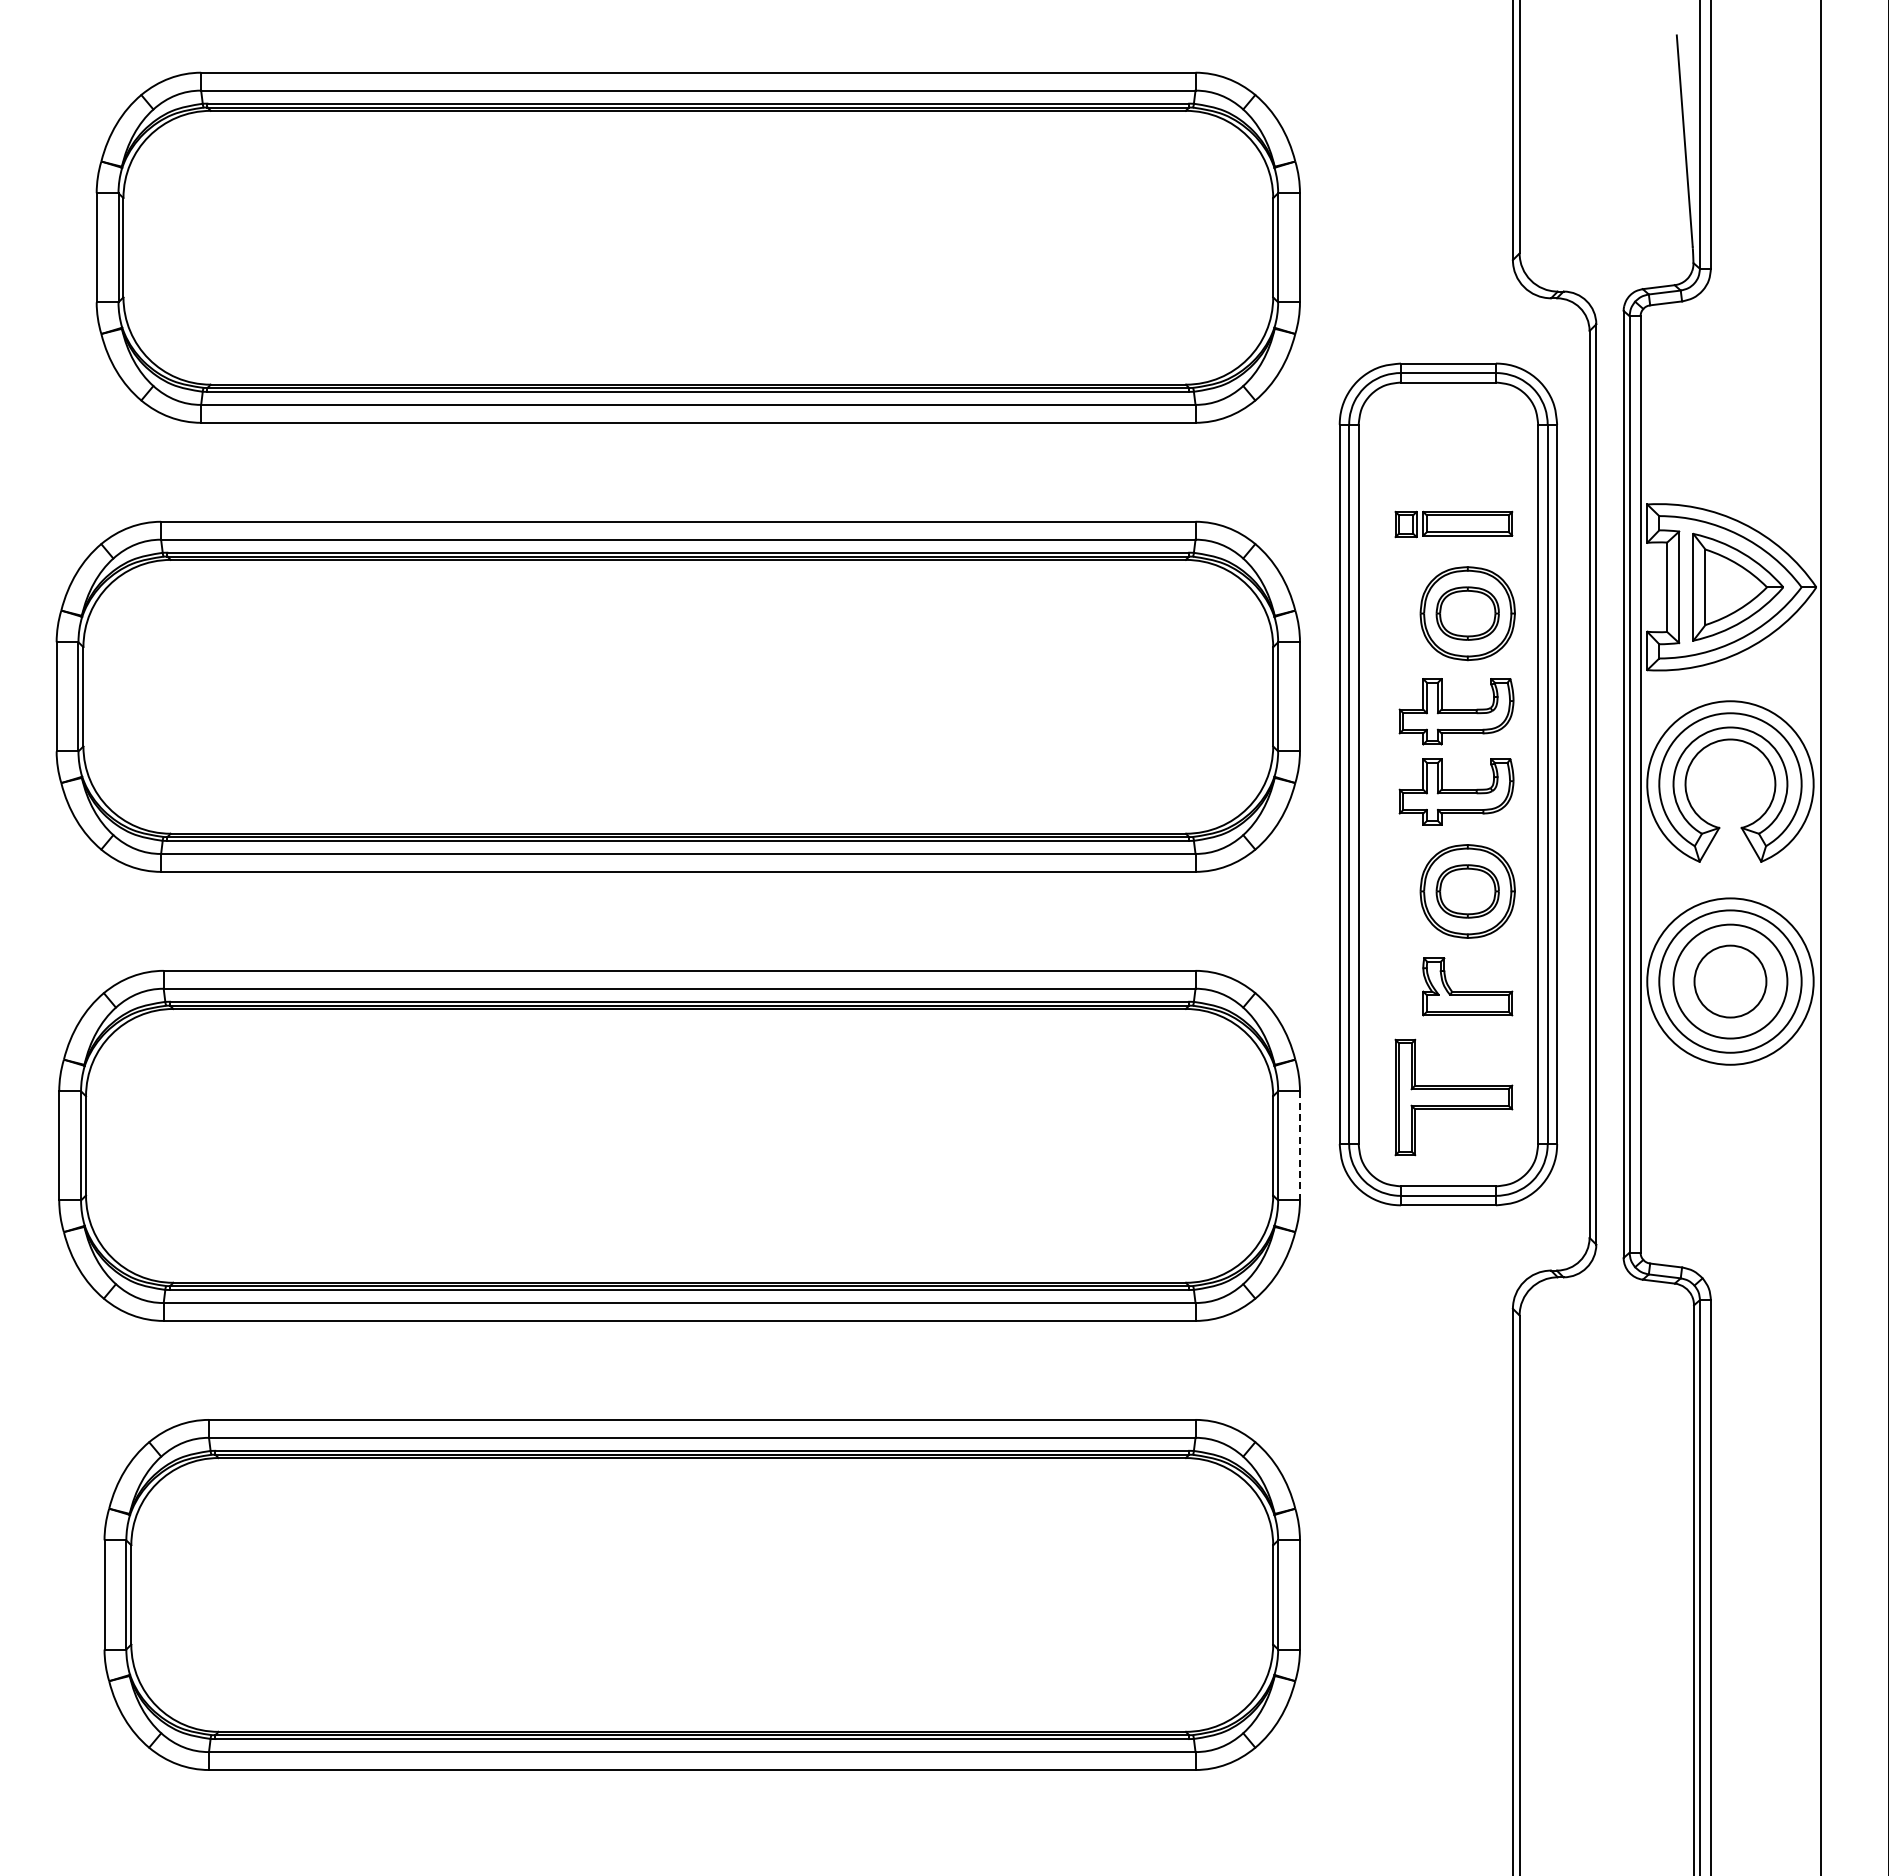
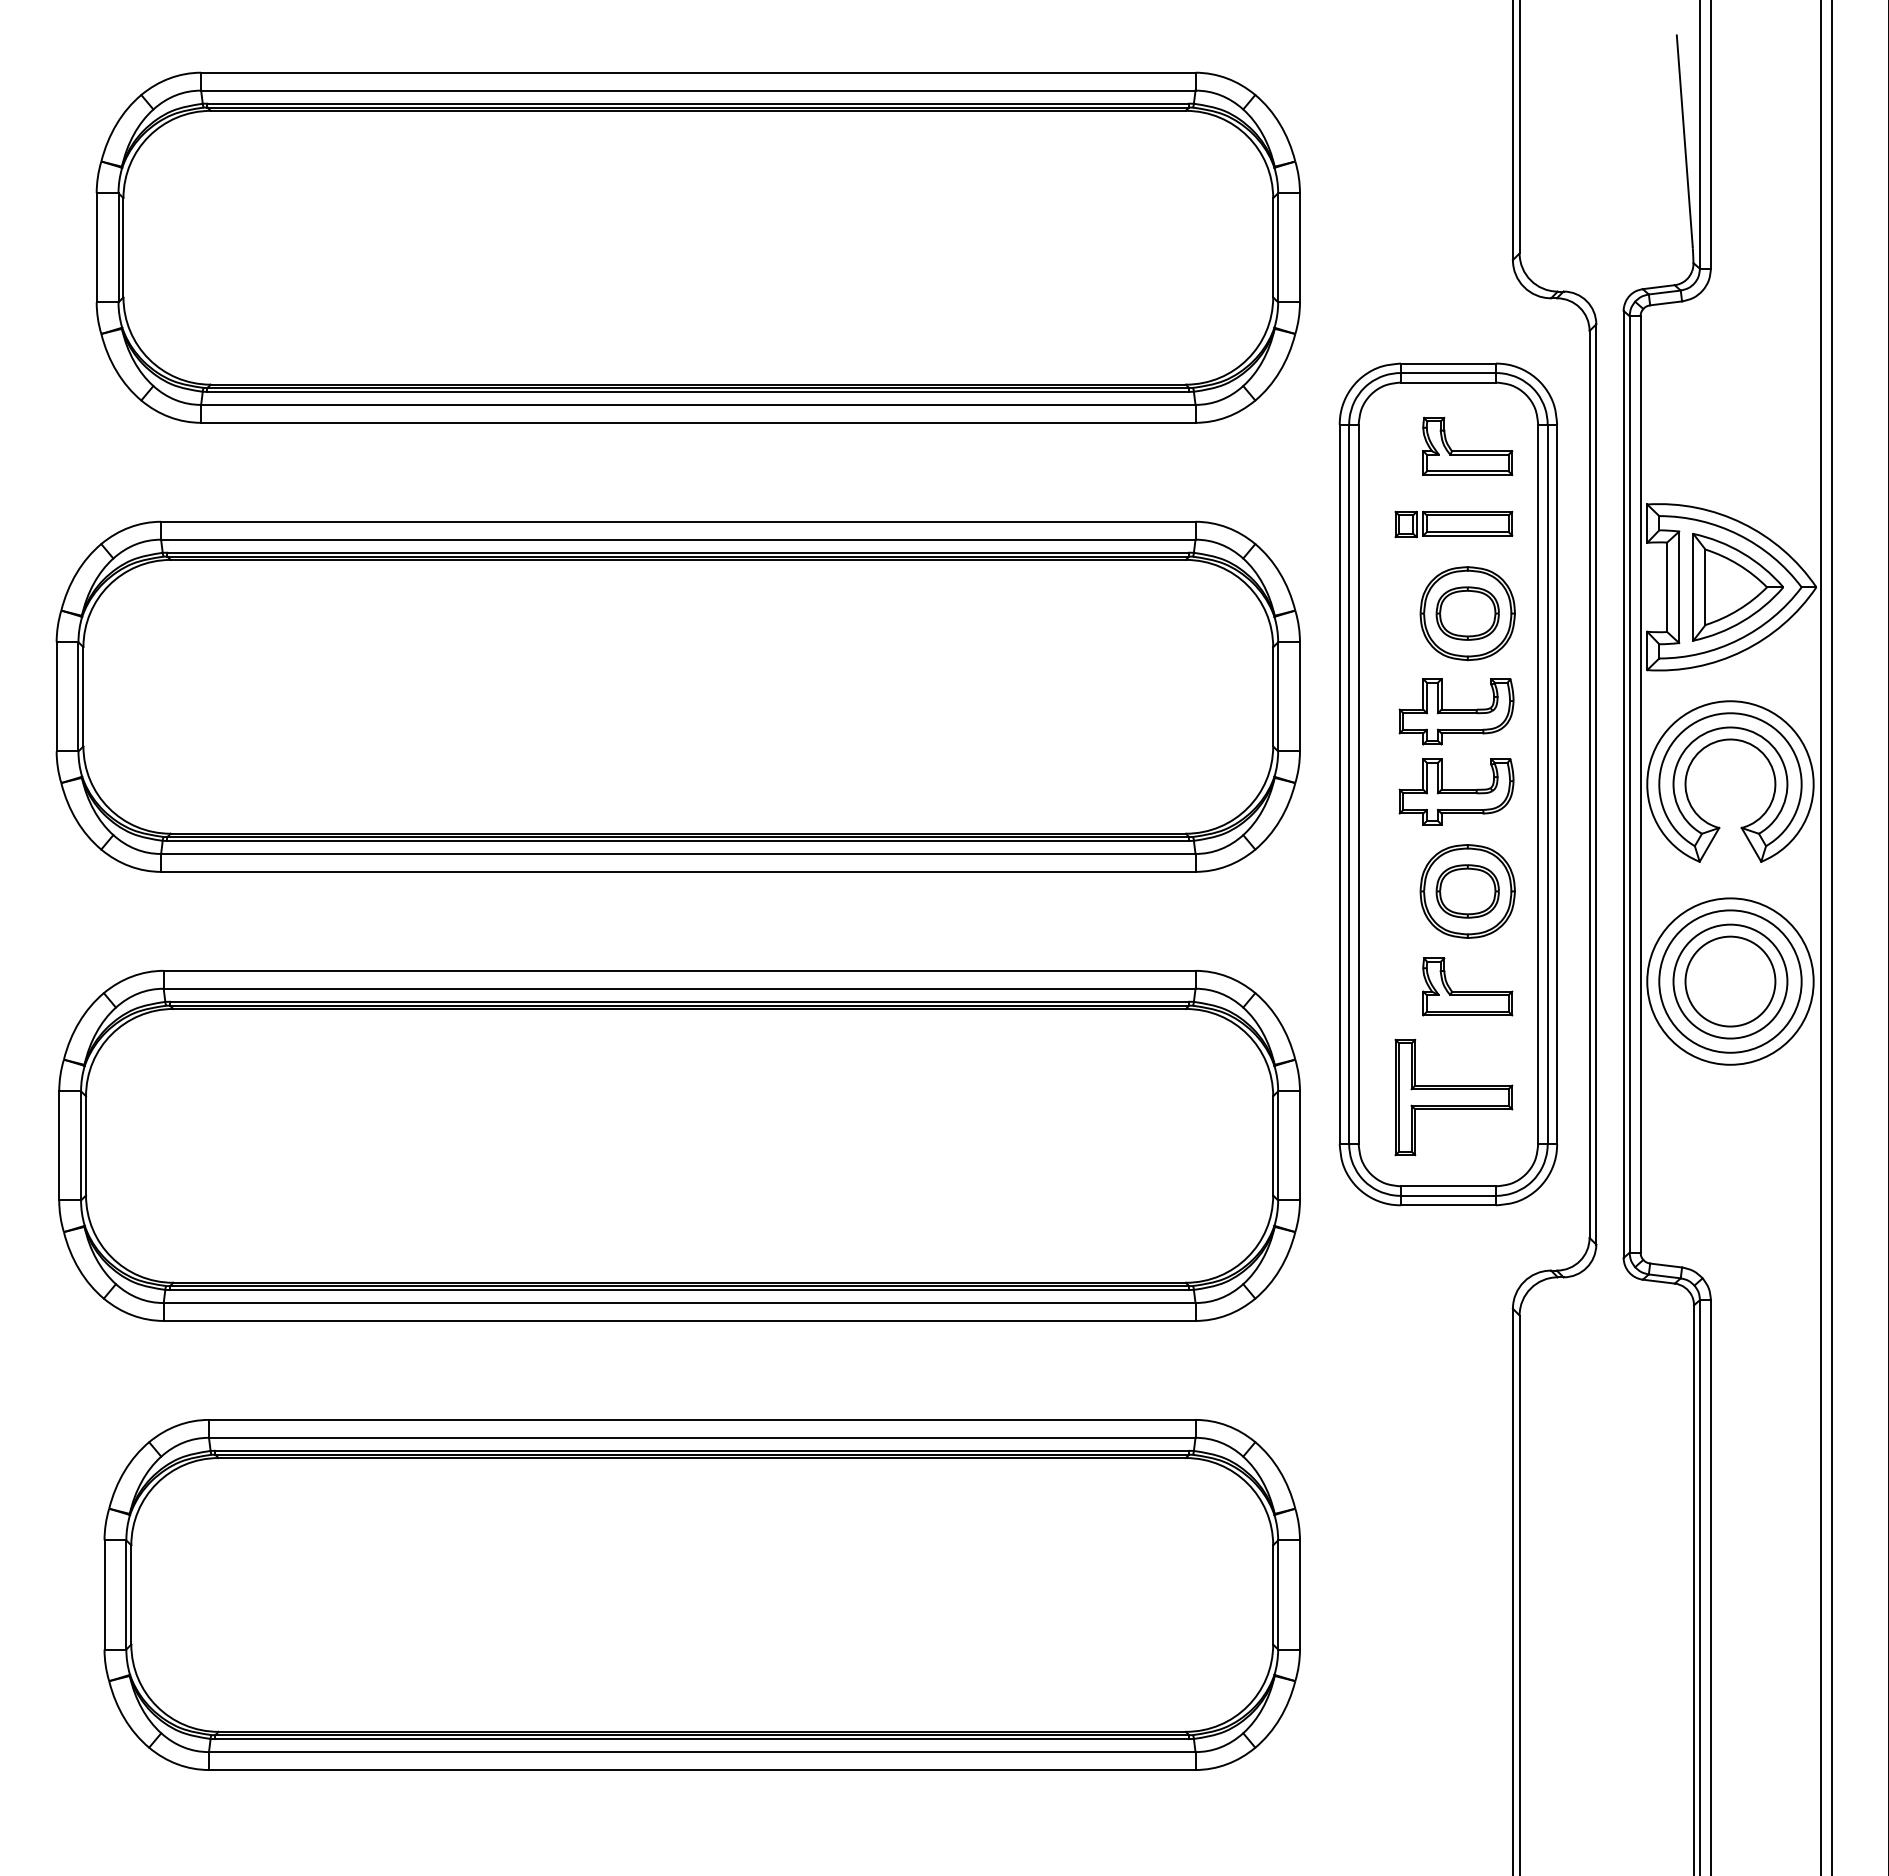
part at (1467, 445): none -> present
line at (1832, 937): none -> present
circle at (1730, 981) diameter: 72 px -> 90 px
line at (1299, 1145): dashed -> solid
